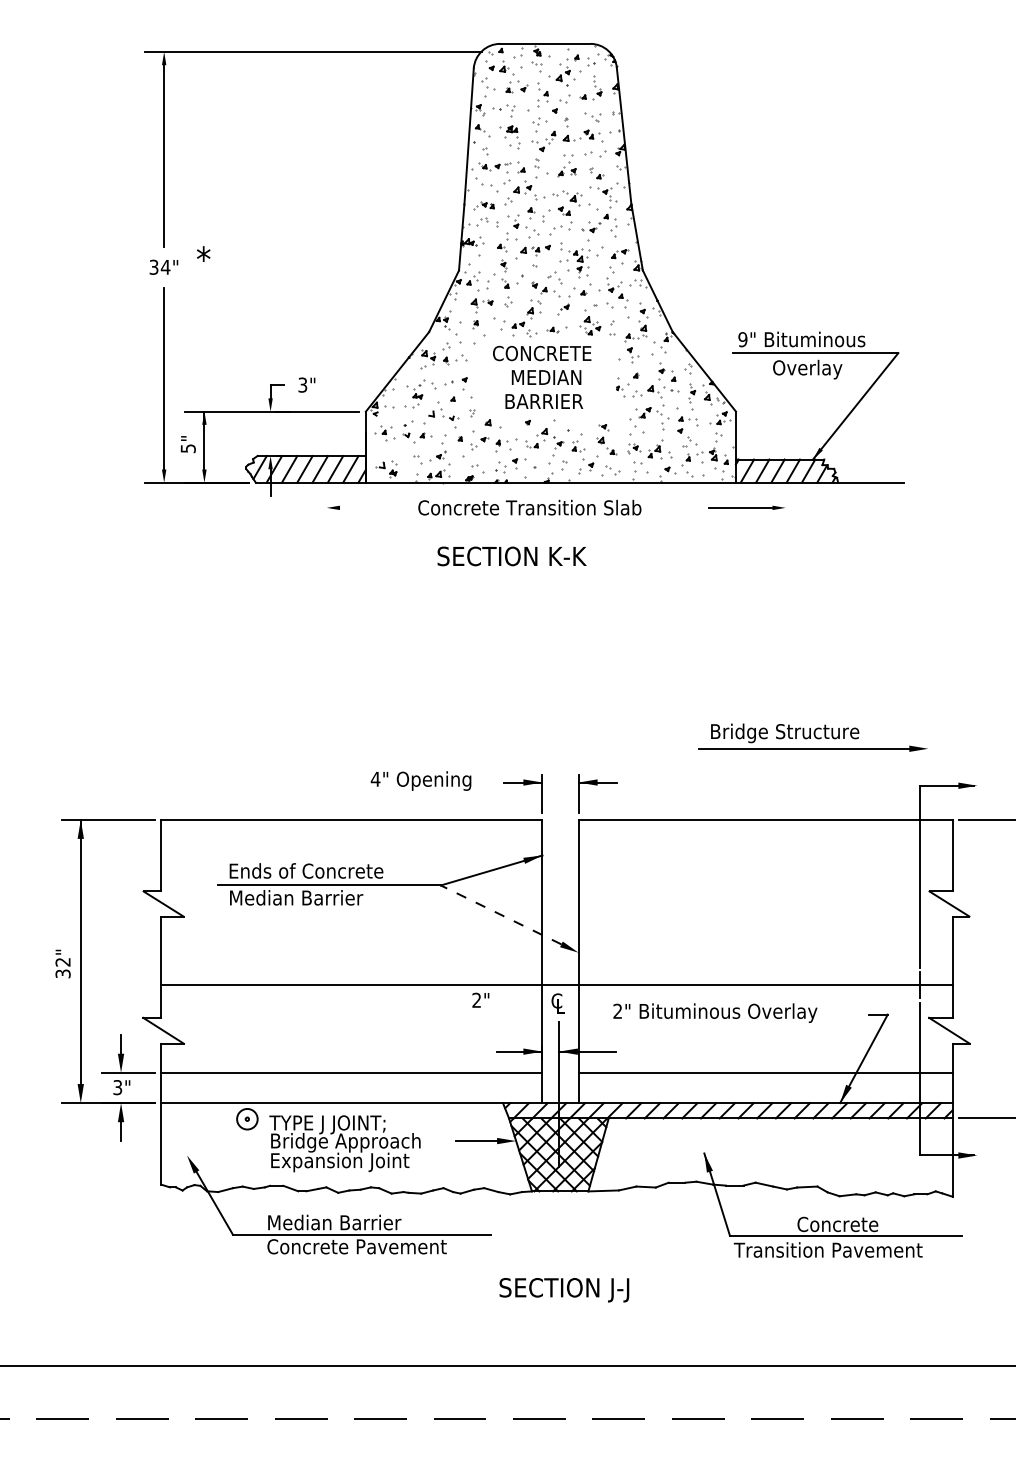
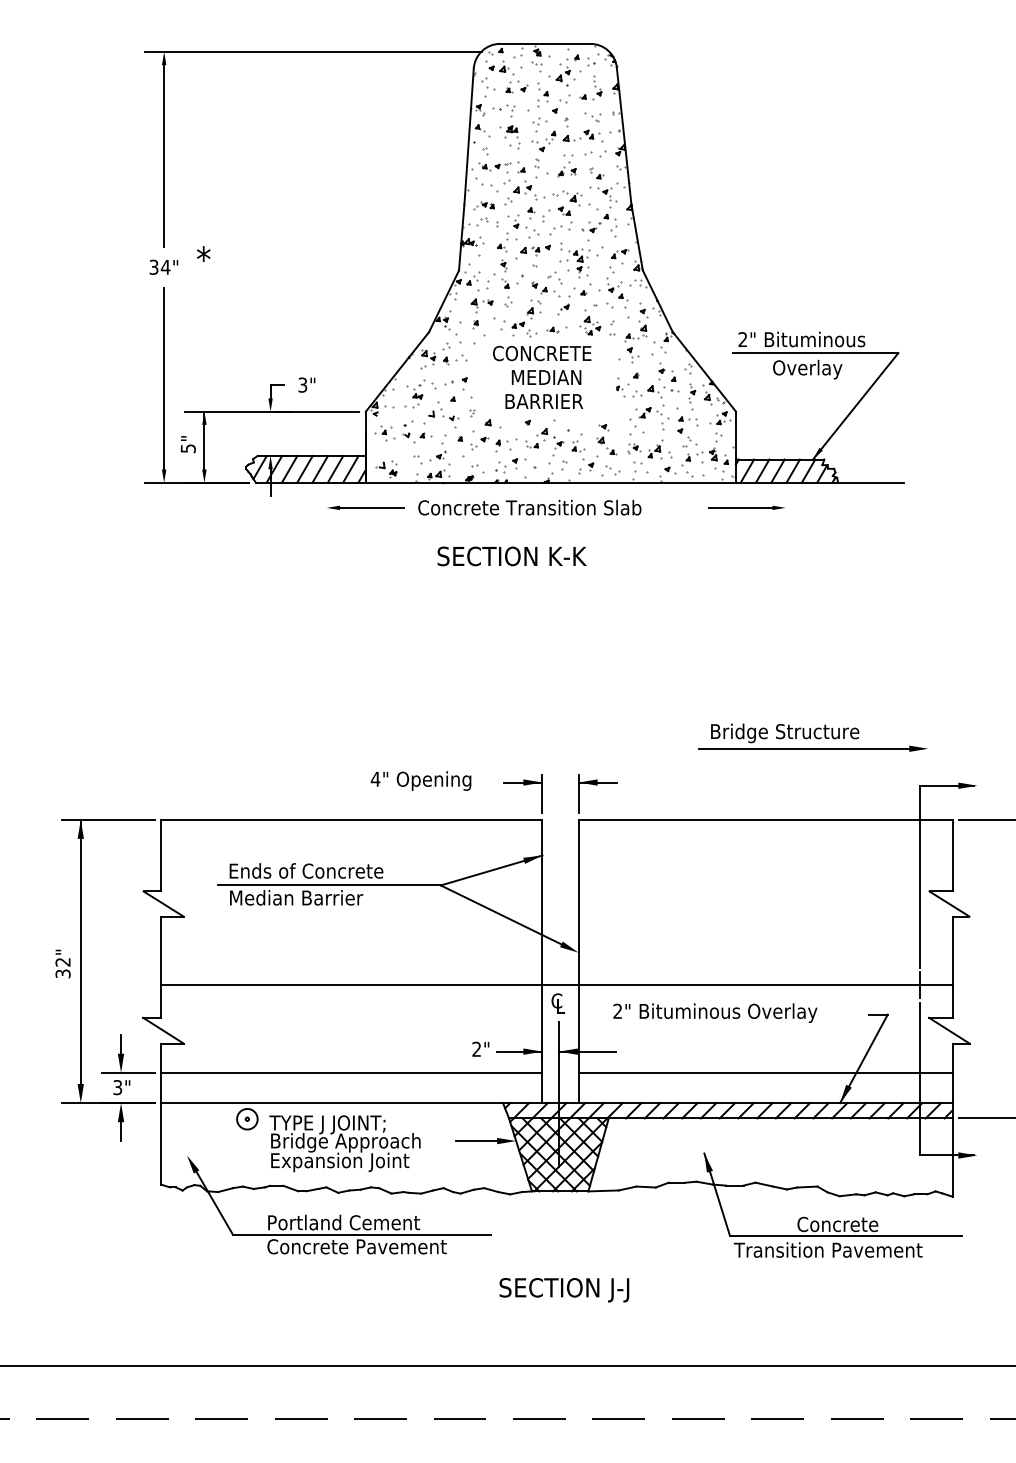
text at (742, 339): 9" -> 2"
line at (372, 507): none -> present
line at (500, 914): dashed -> solid
text at (480, 999) position: (480, 999) -> (480, 1048)
text at (345, 1222): Median Barrier -> Portland Cement
